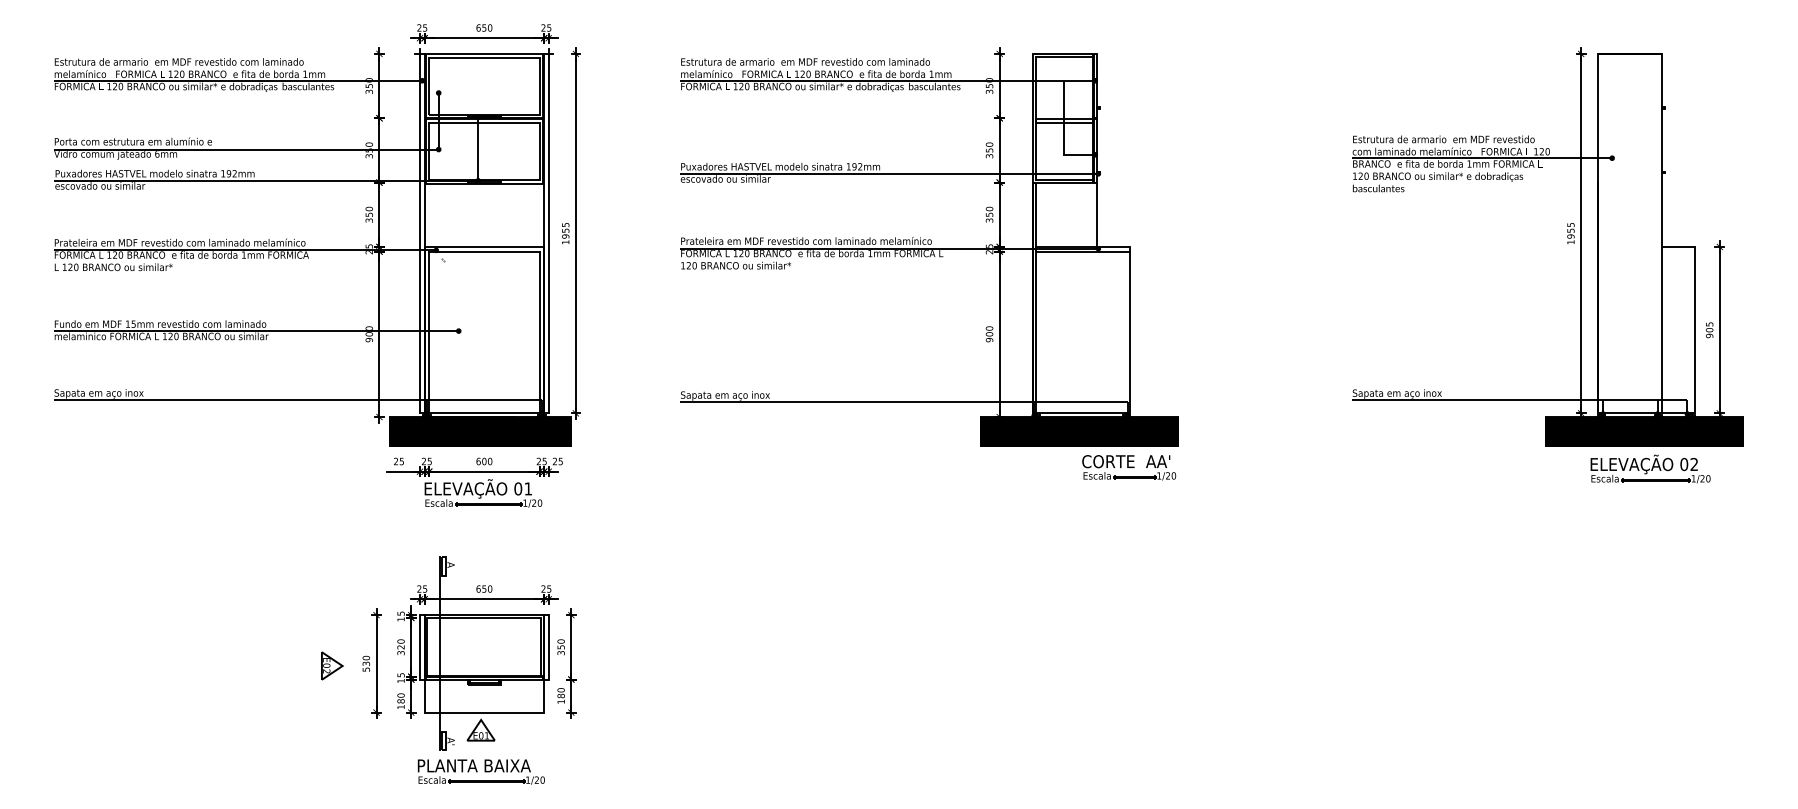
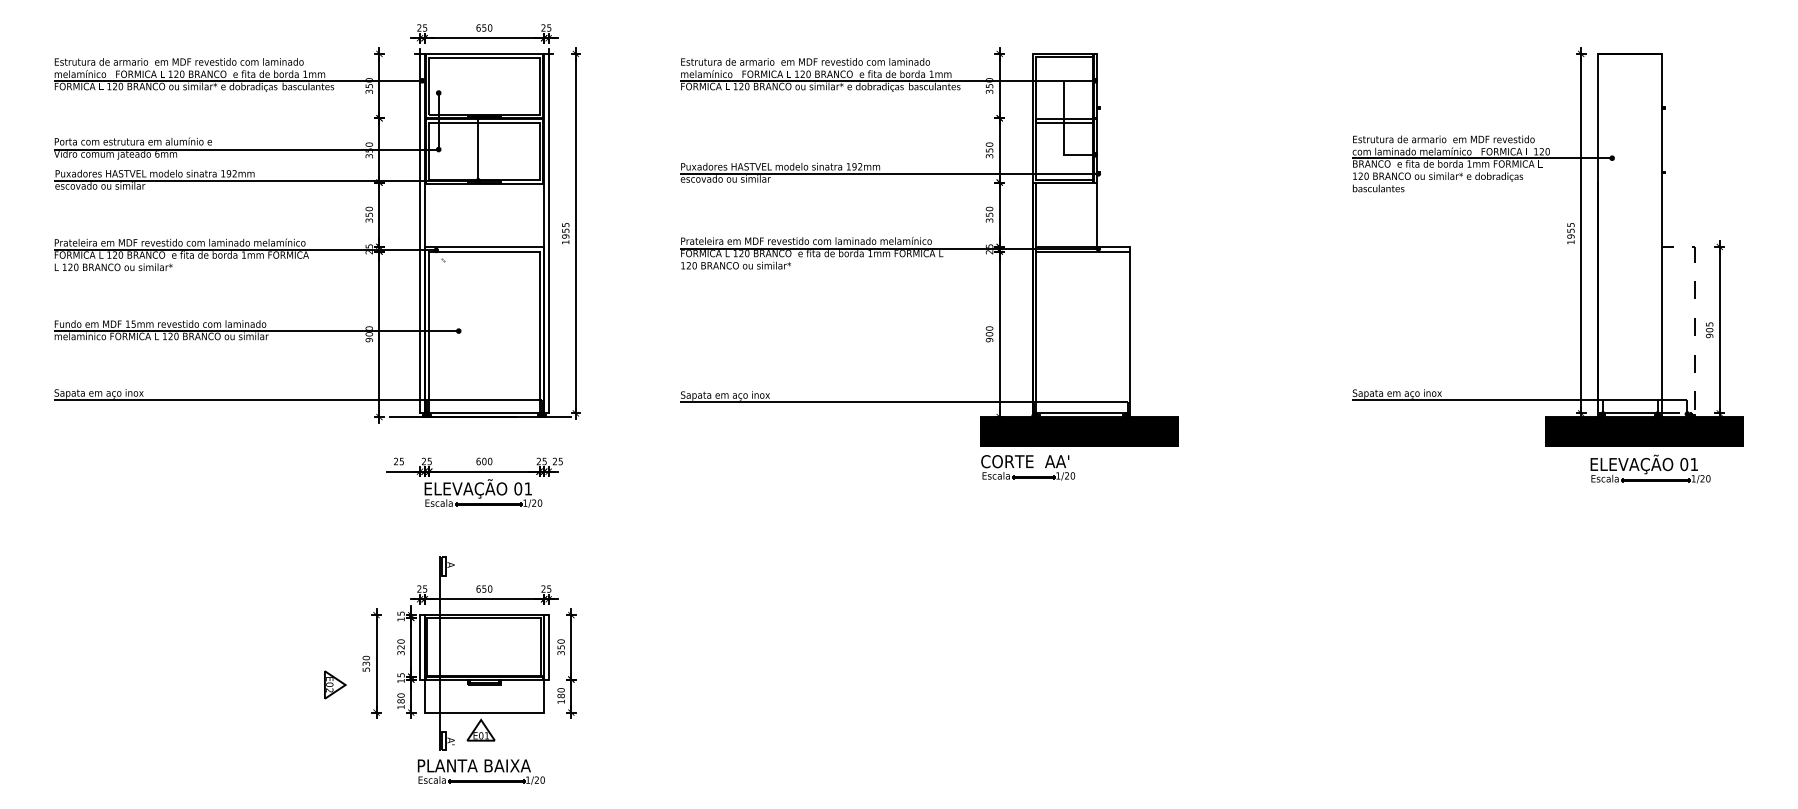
line at (1695, 329): solid -> dashed
fill at (479, 431): present -> none
text at (1693, 463): 02 -> 01
part at (1129, 467) position: (1129, 467) -> (1028, 467)
part at (332, 665) position: (332, 665) -> (335, 684)
